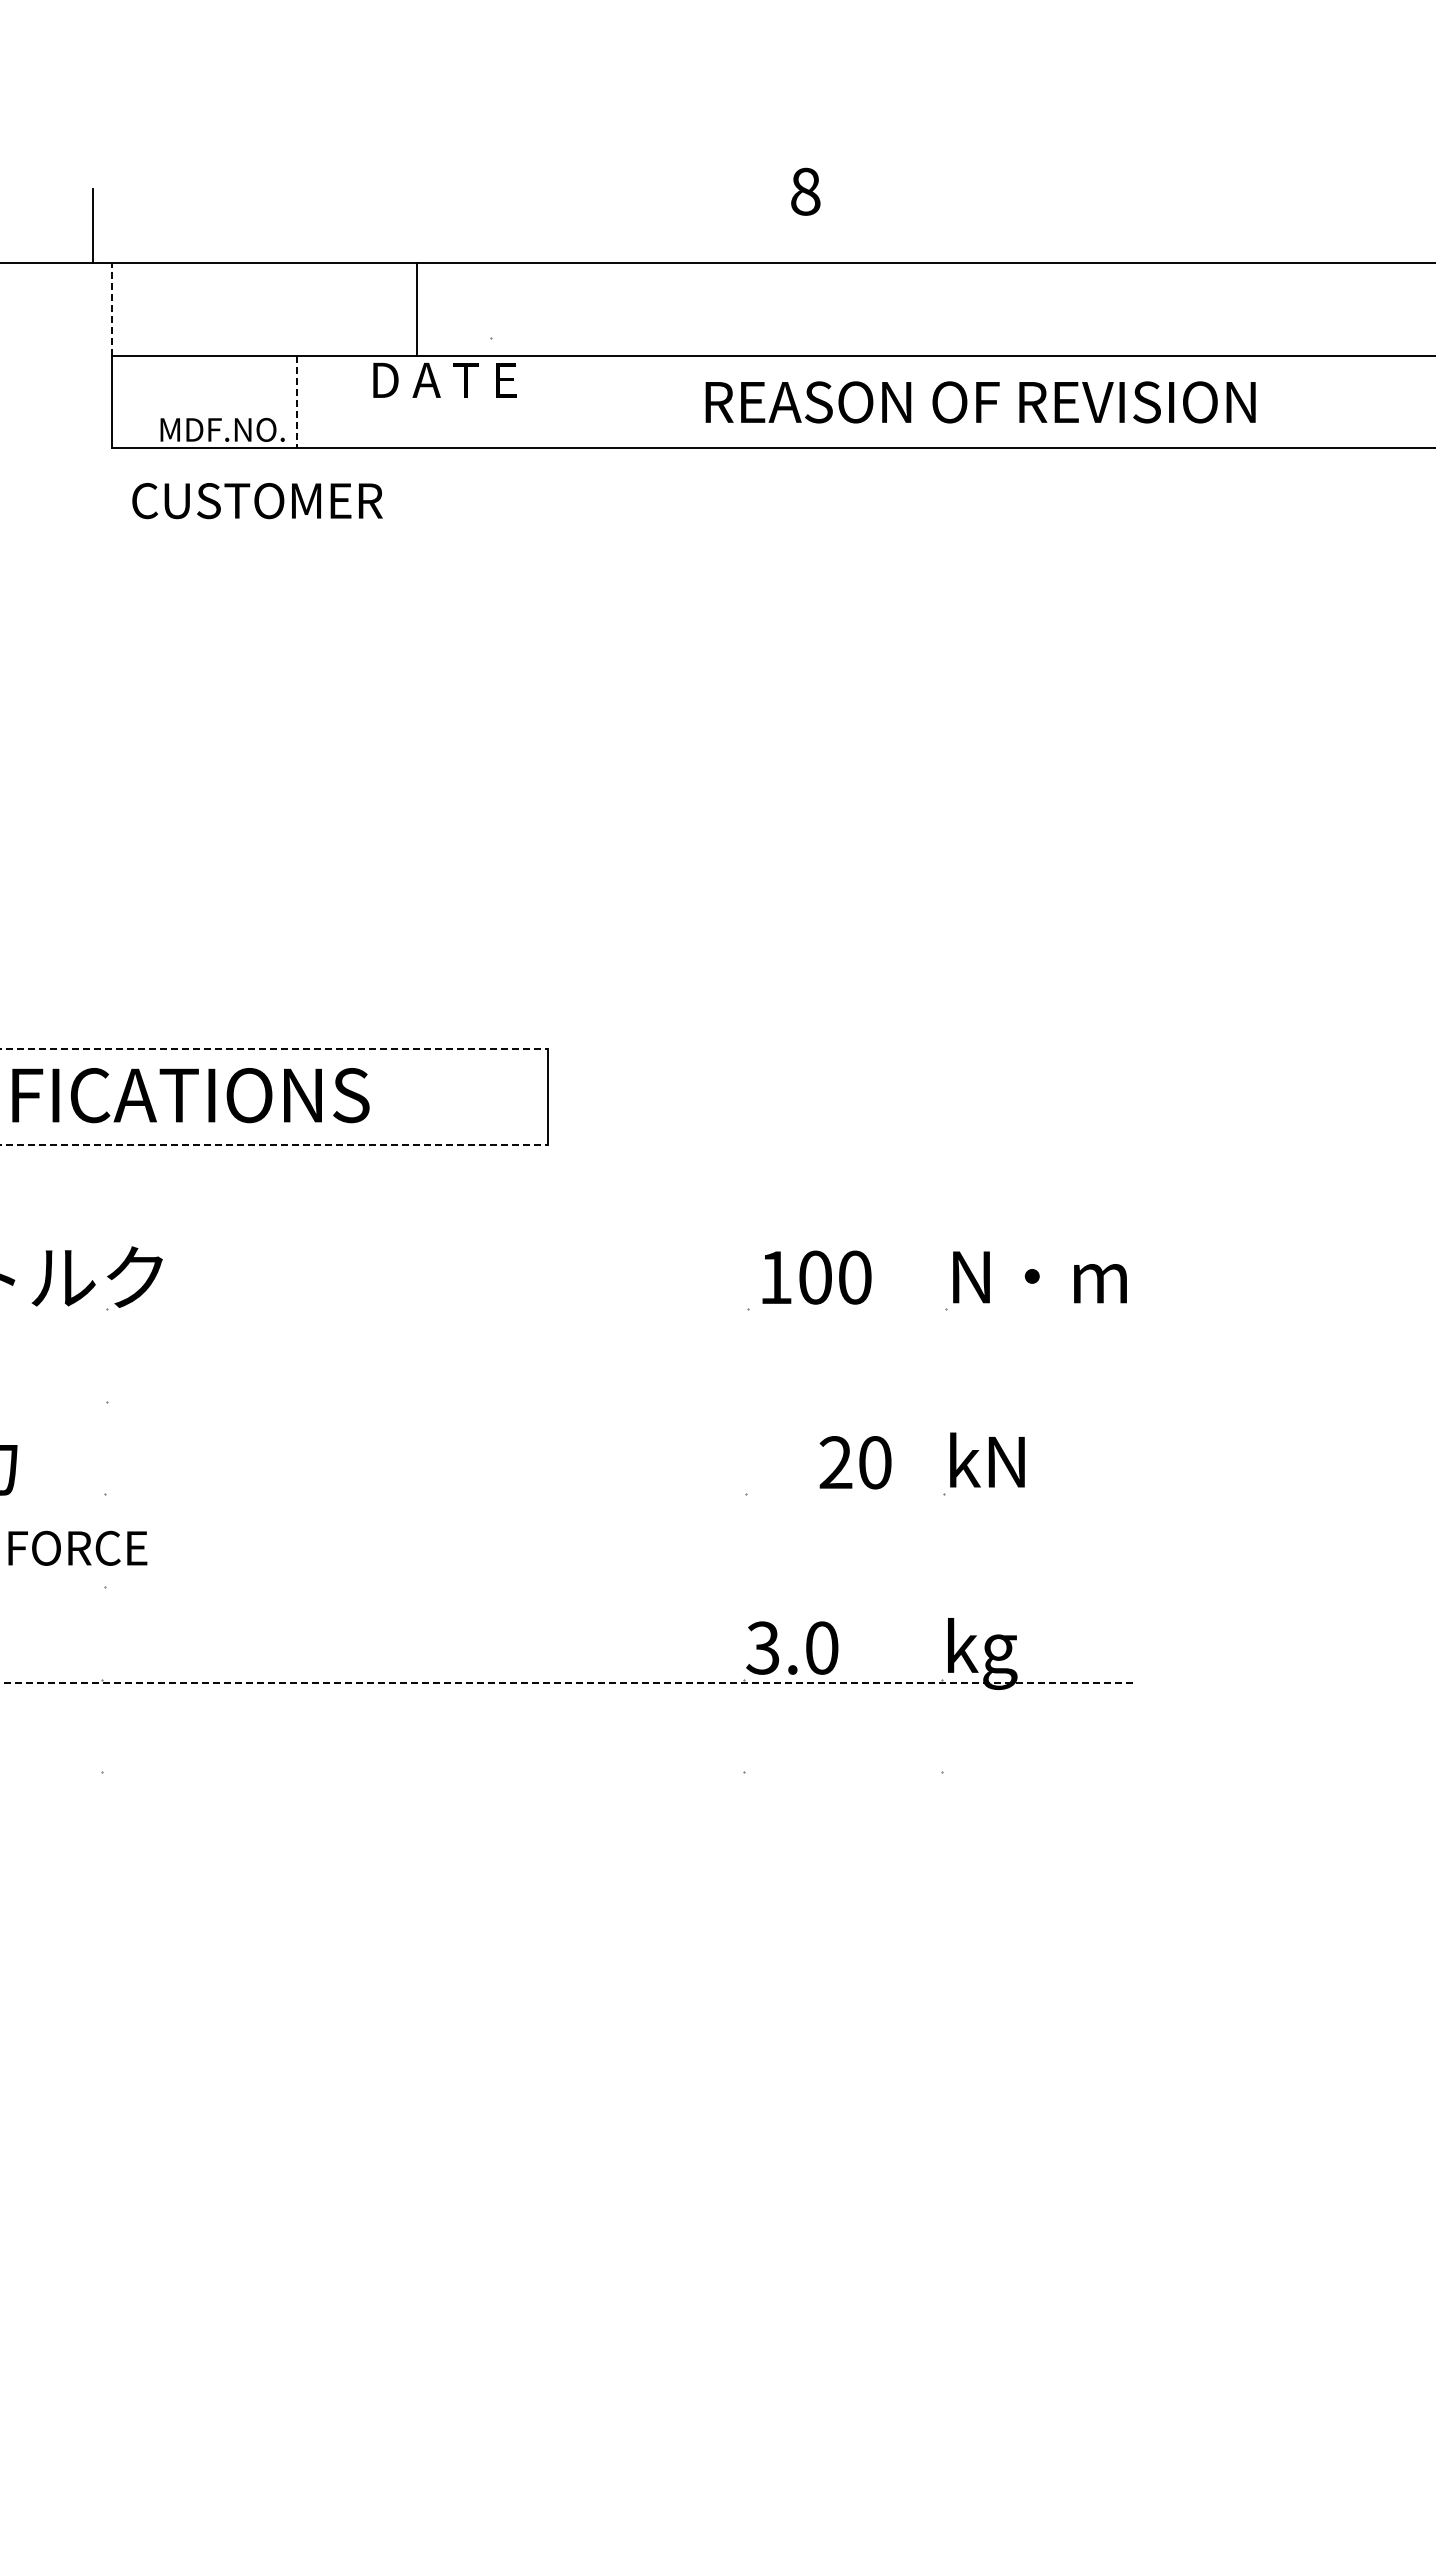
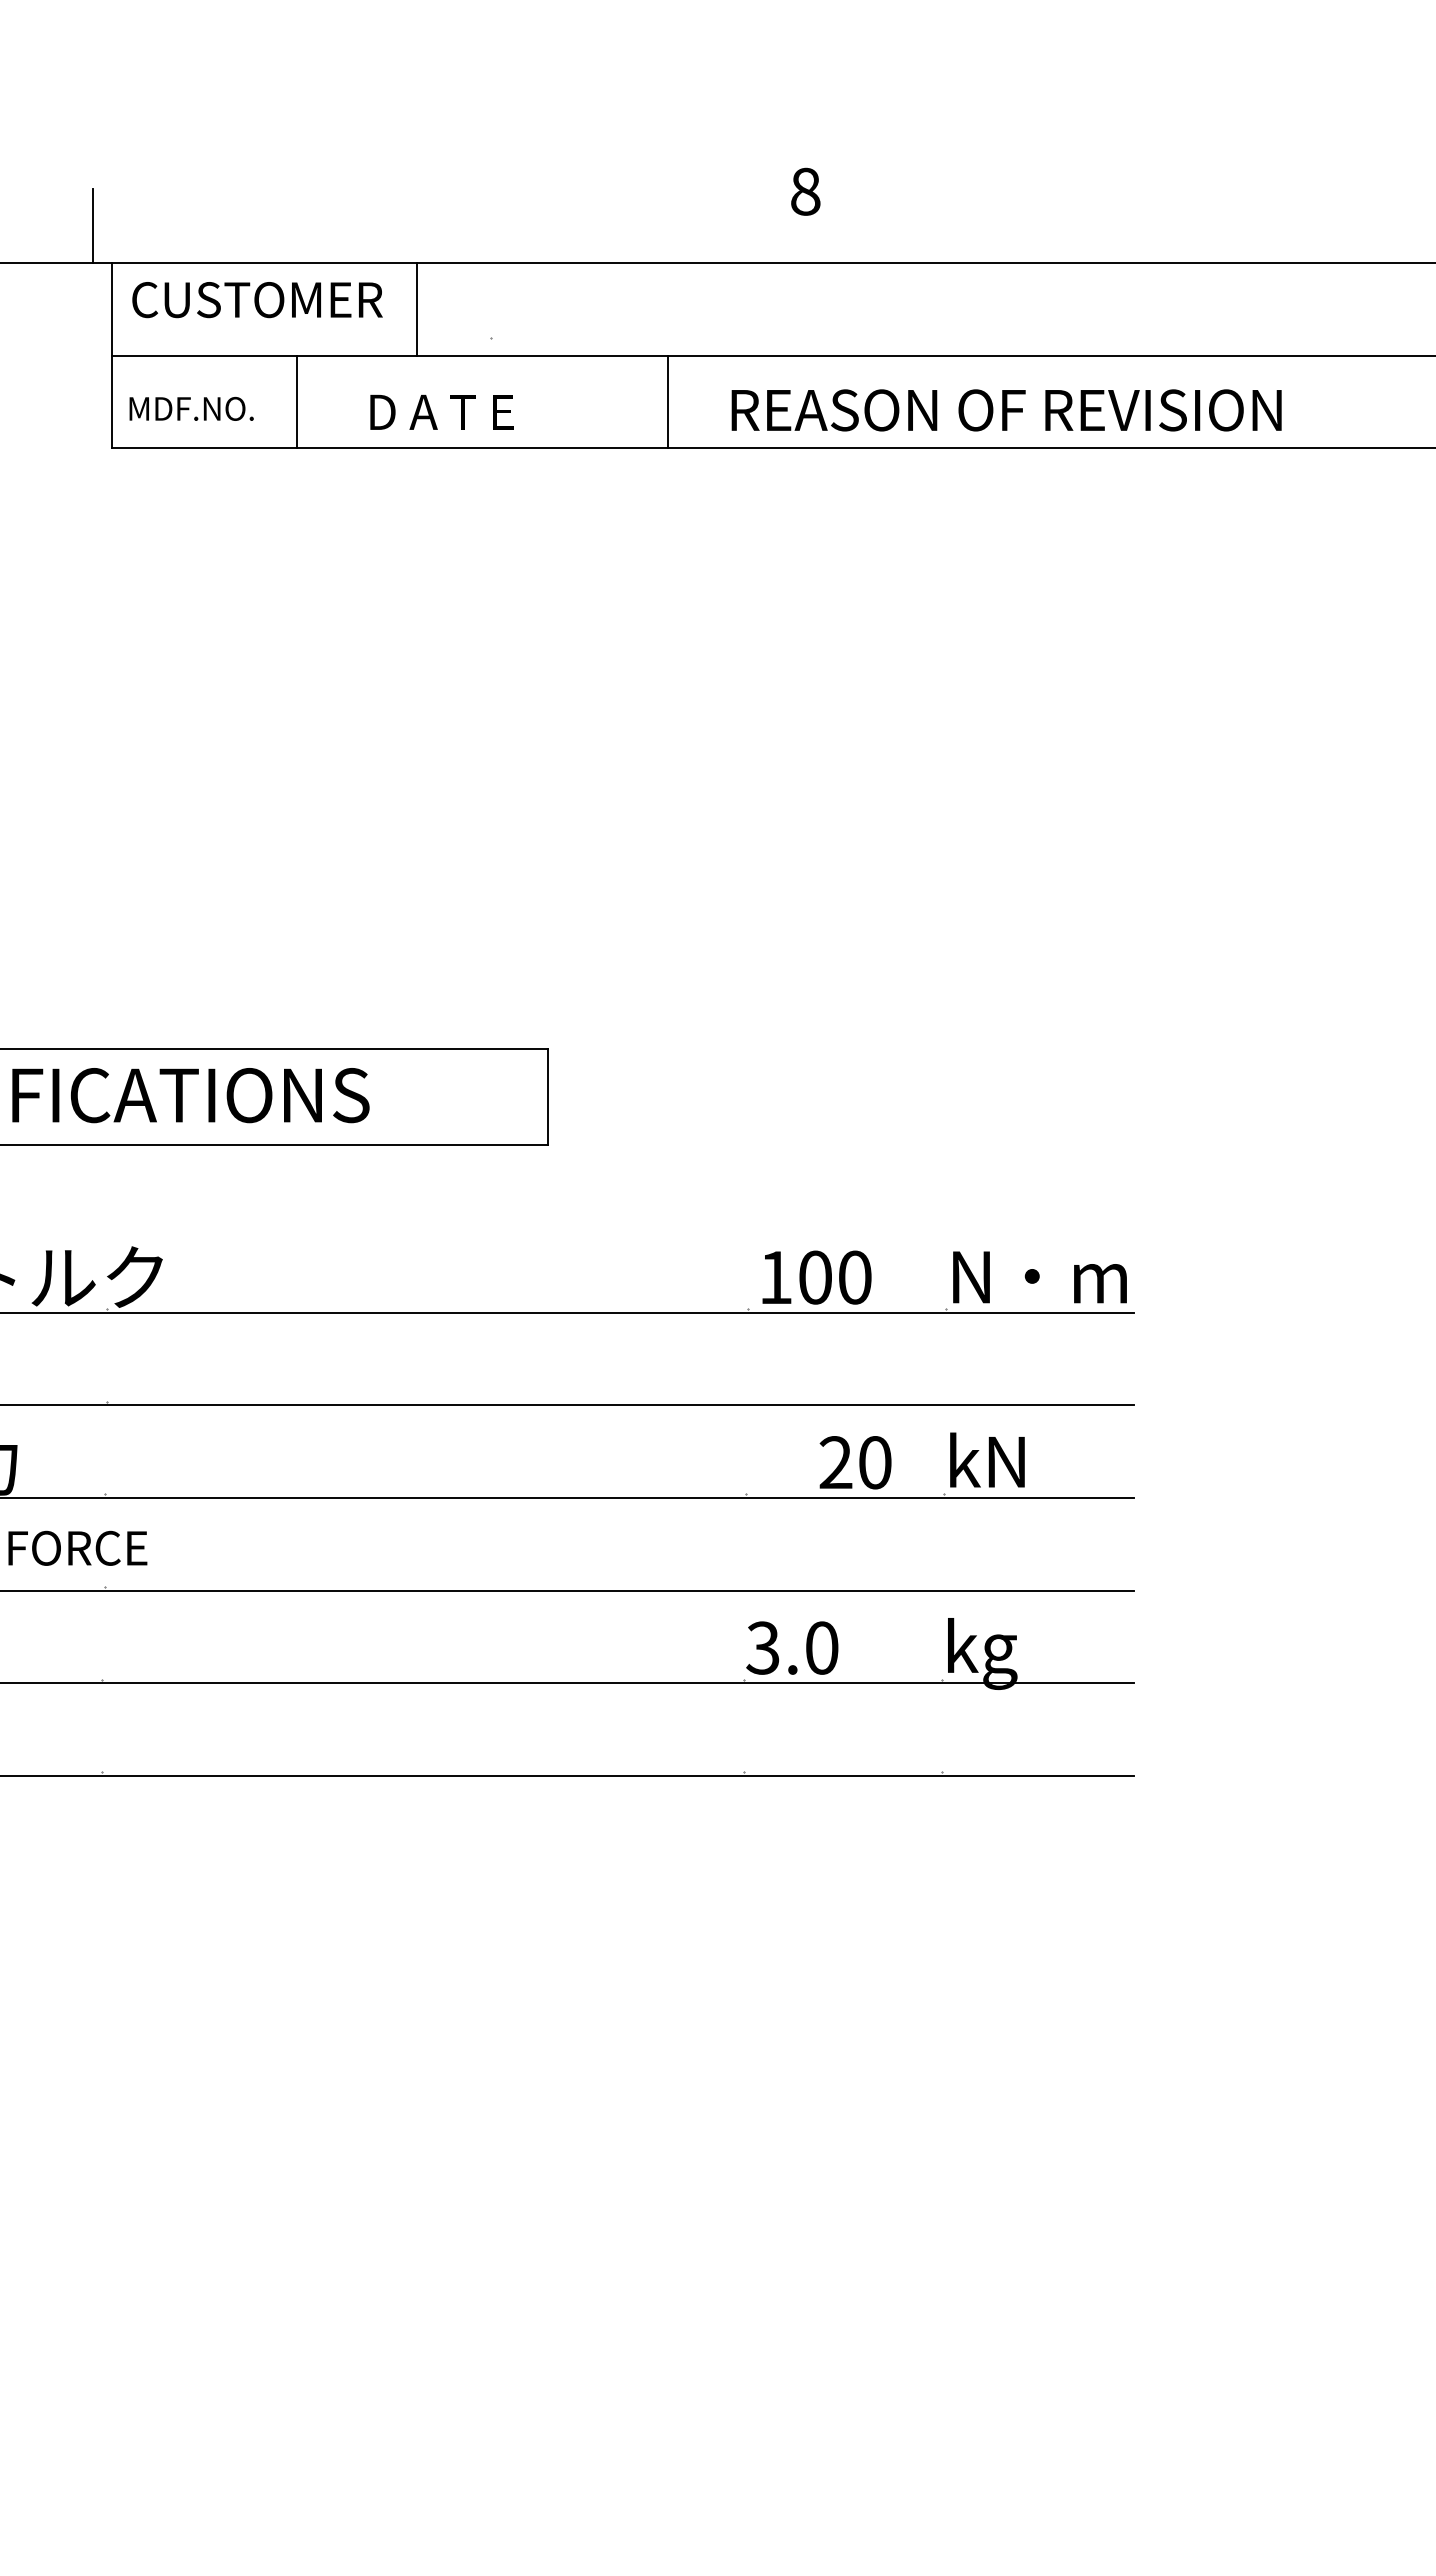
line at (111, 308): dashed -> solid
text at (444, 379) position: (444, 379) -> (441, 411)
line at (667, 401): none -> present
line at (296, 402): dashed -> solid
text at (980, 402) position: (980, 402) -> (1006, 410)
text at (222, 429) position: (222, 429) -> (191, 408)
text at (257, 501) position: (257, 501) -> (257, 300)
line at (274, 1048): dashed -> solid
line at (274, 1145): dashed -> solid
line at (567, 1312): none -> present
line at (567, 1405): none -> present
line at (567, 1497): none -> present
line at (567, 1590): none -> present
line at (567, 1683): dashed -> solid
line at (567, 1775): none -> present
